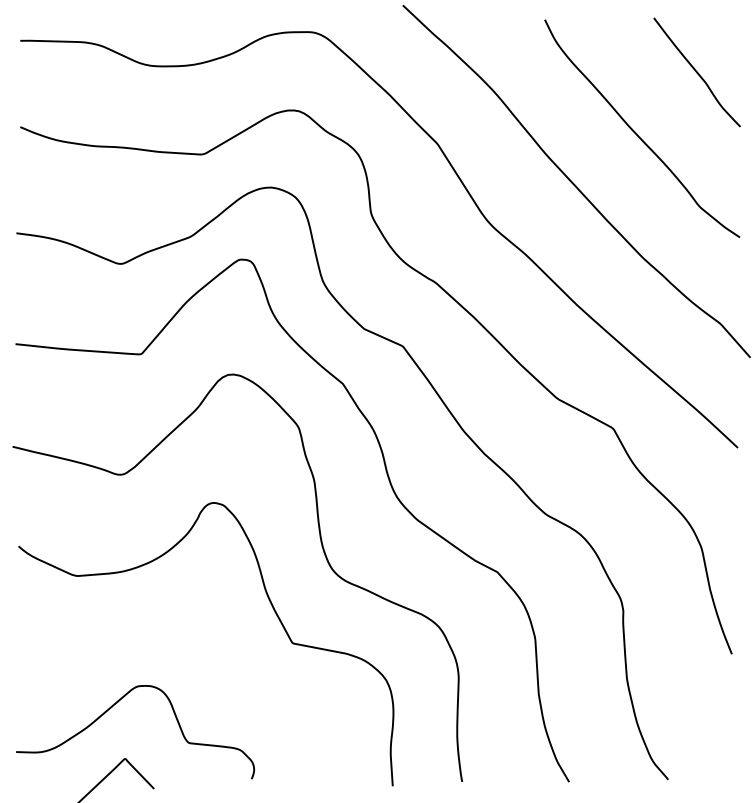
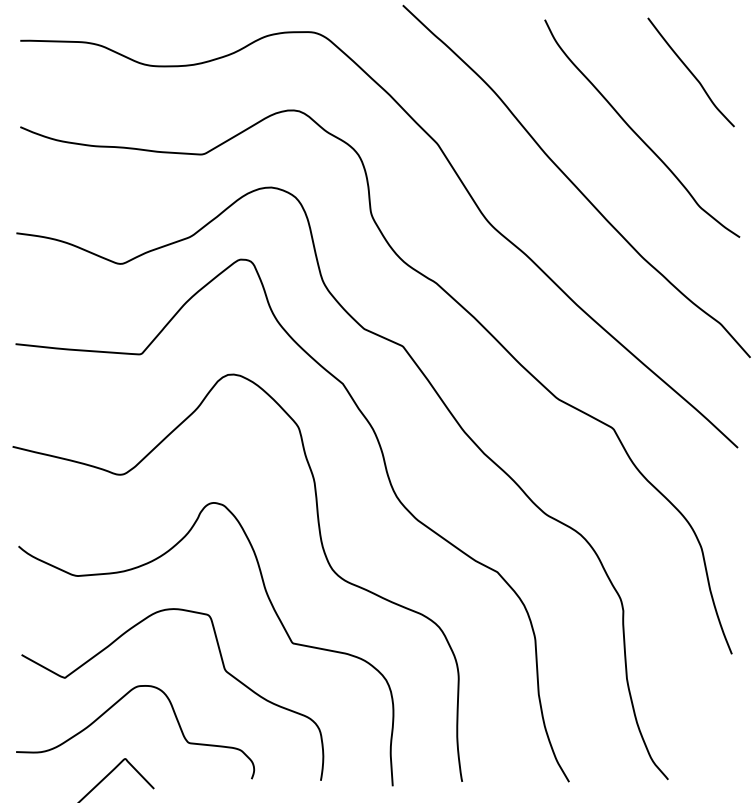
curve at (696, 72) position: (696, 72) -> (690, 72)
curve at (223, 668): none -> present
